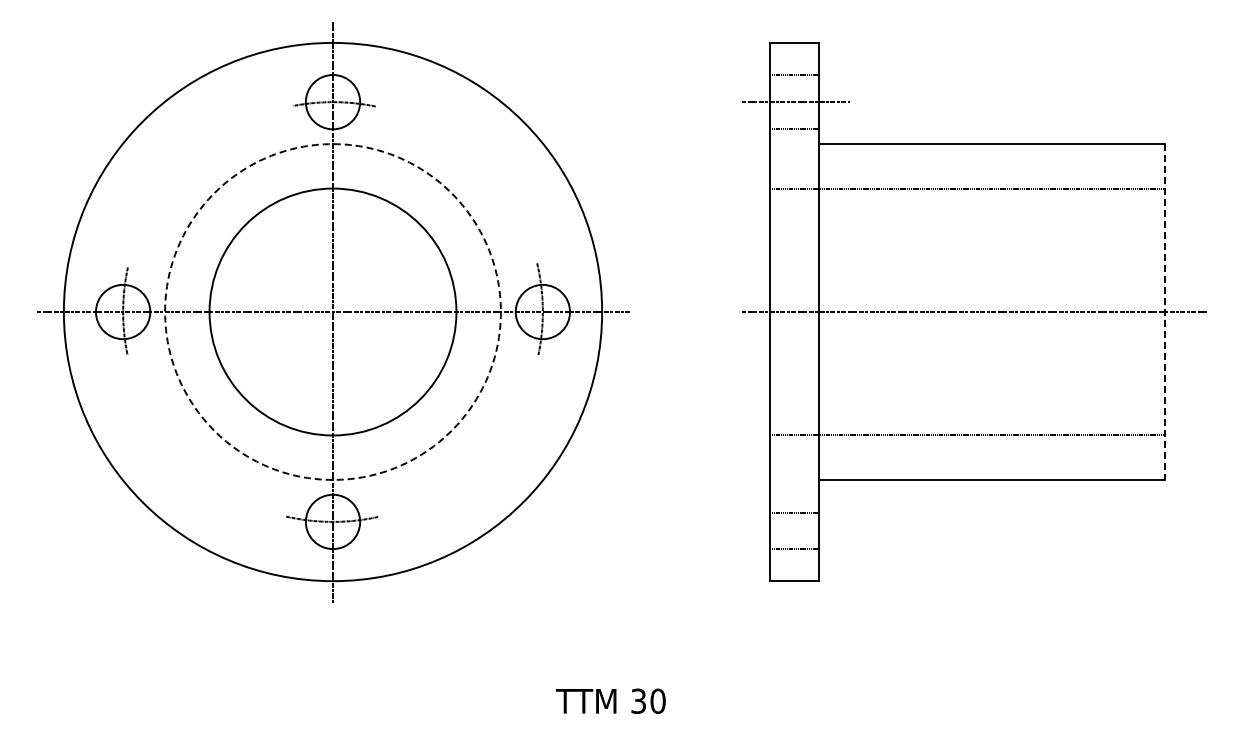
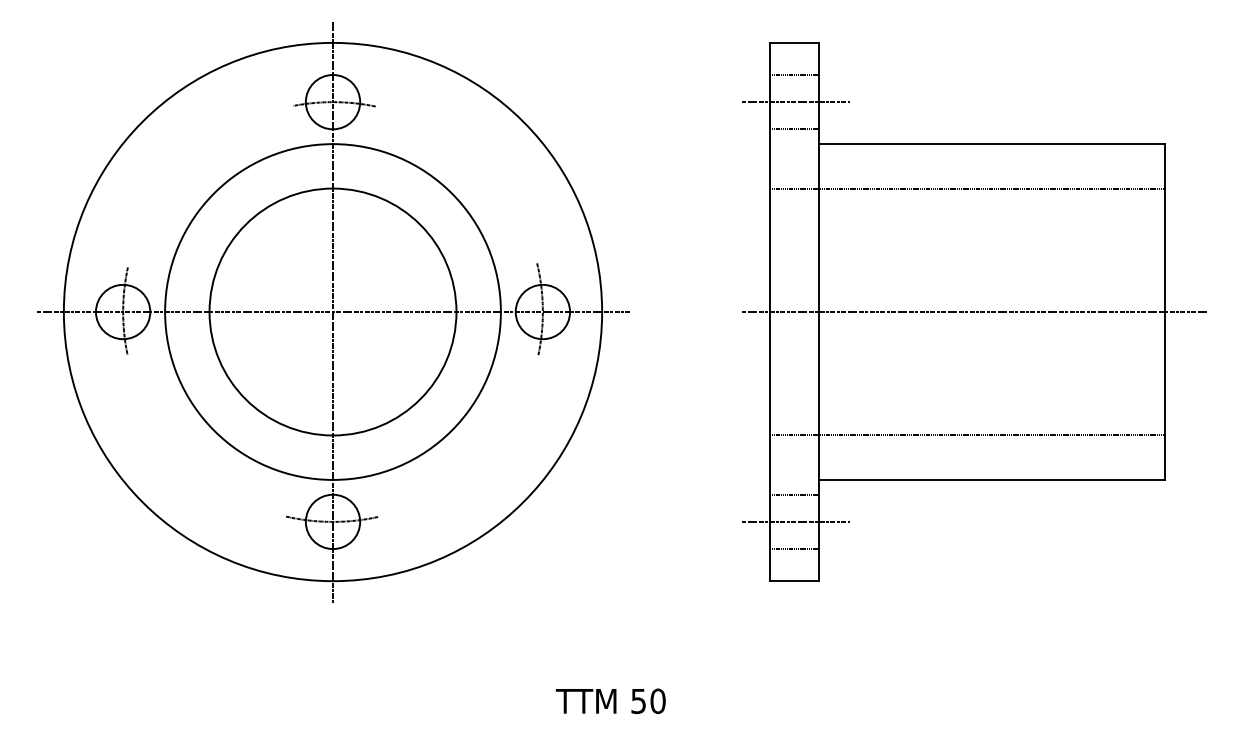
circle at (332, 311): dashed -> solid
line at (1165, 312): dashed -> solid
line at (794, 512) position: (794, 512) -> (794, 494)
line at (796, 521): none -> present
text at (638, 700): 30 -> 50
